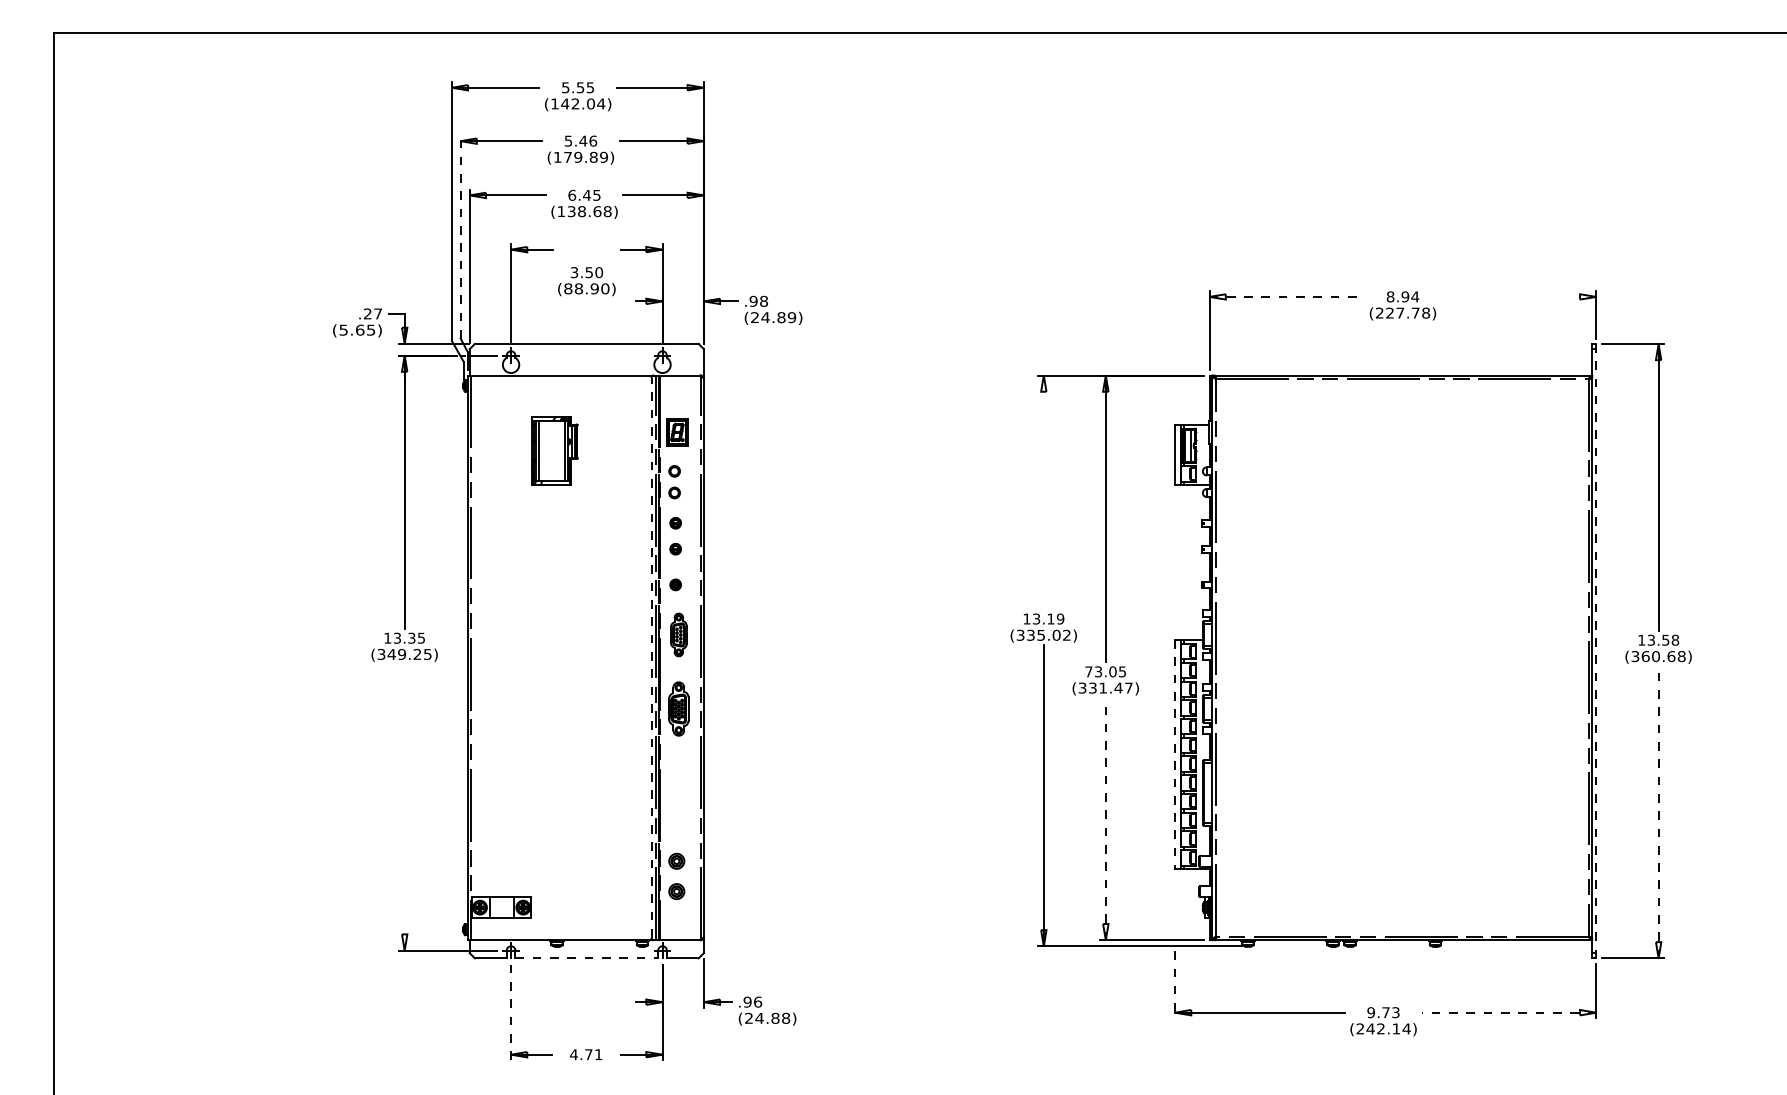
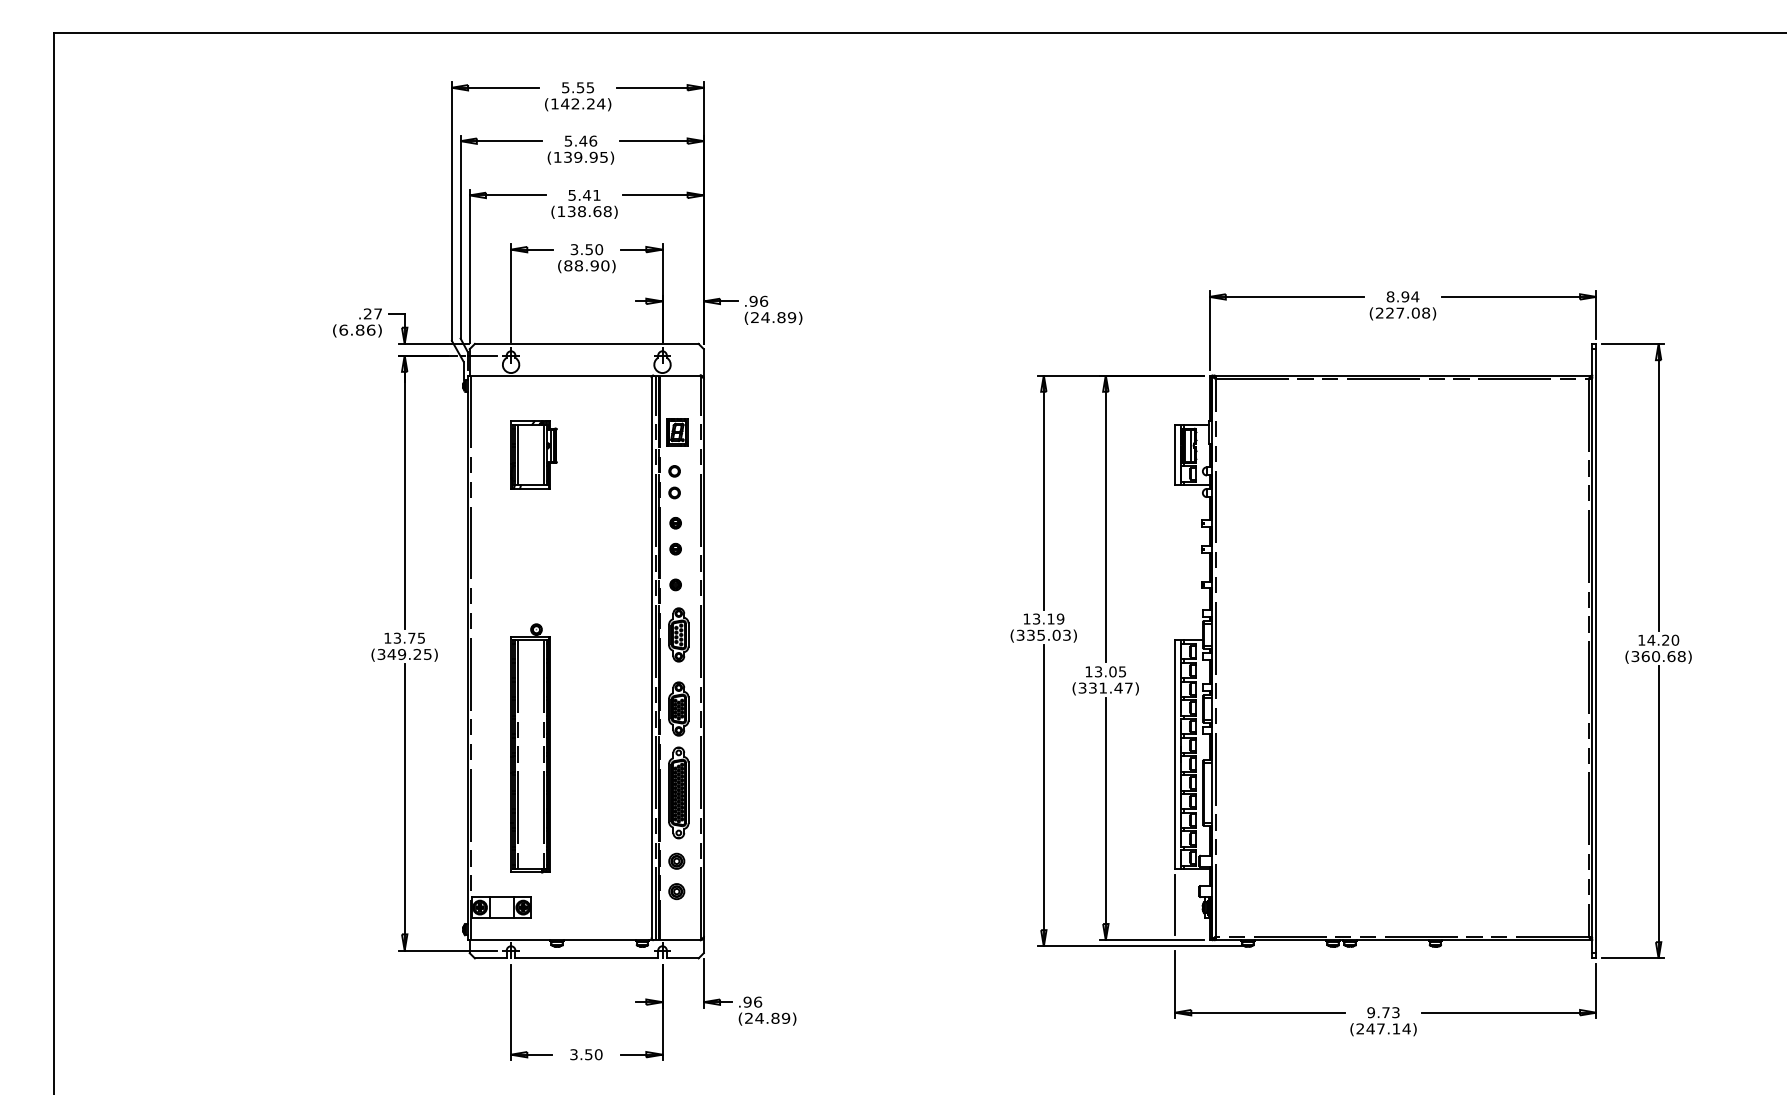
text at (590, 103): (142.04) -> (142.24)
text at (585, 156): (179.89) -> (139.95)
text at (584, 194): 6.45 -> 5.41
line at (460, 236): dashed -> solid
text at (586, 281) position: (586, 281) -> (586, 258)
line at (1287, 296): dashed -> solid
line at (1518, 296): none -> present
text at (764, 300): .98 -> .96
text at (1415, 312): (227.78) -> (227.08)
text at (357, 329): (5.65) -> (6.86)
part at (554, 450) position: (554, 450) -> (533, 454)
line at (1043, 492): none -> present
part at (678, 634) size: 18x46 px -> 22x56 px
text at (1066, 635): (335.02) -> (335.03)
text at (411, 637): 13.35 -> 13.75
text at (1663, 639): 13.58 -> 14.20
line at (1596, 650): dashed -> solid
line at (651, 657): dashed -> solid
text at (1088, 671): 73.05 -> 13.05
part at (530, 748): none -> present
line at (1175, 754): dashed -> solid
part at (678, 792): none -> present
line at (404, 806): none -> present
line at (1658, 811): dashed -> solid
line at (1105, 818): dashed -> solid
line at (1175, 904): none -> present
line at (587, 958): dashed -> solid
line at (1175, 985): dashed -> solid
line at (511, 1012): dashed -> solid
line at (1509, 1012): dashed -> solid
text at (785, 1018): (24.88) -> (24.89)
text at (1380, 1028): (242.14) -> (247.14)
text at (585, 1054): 4.71 -> 3.50
